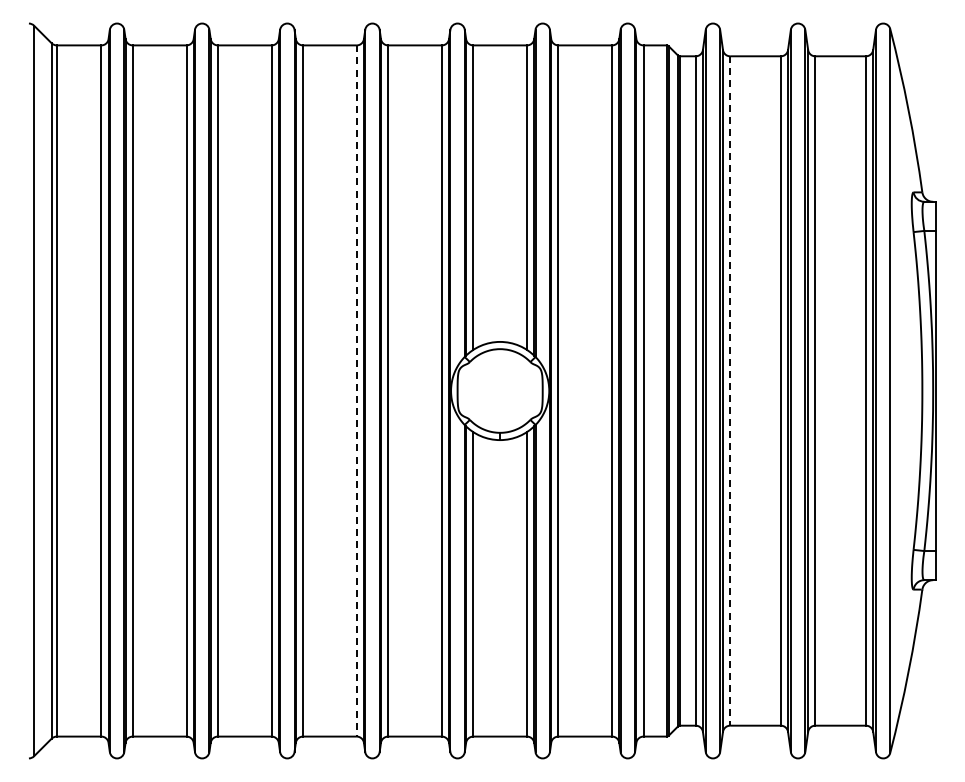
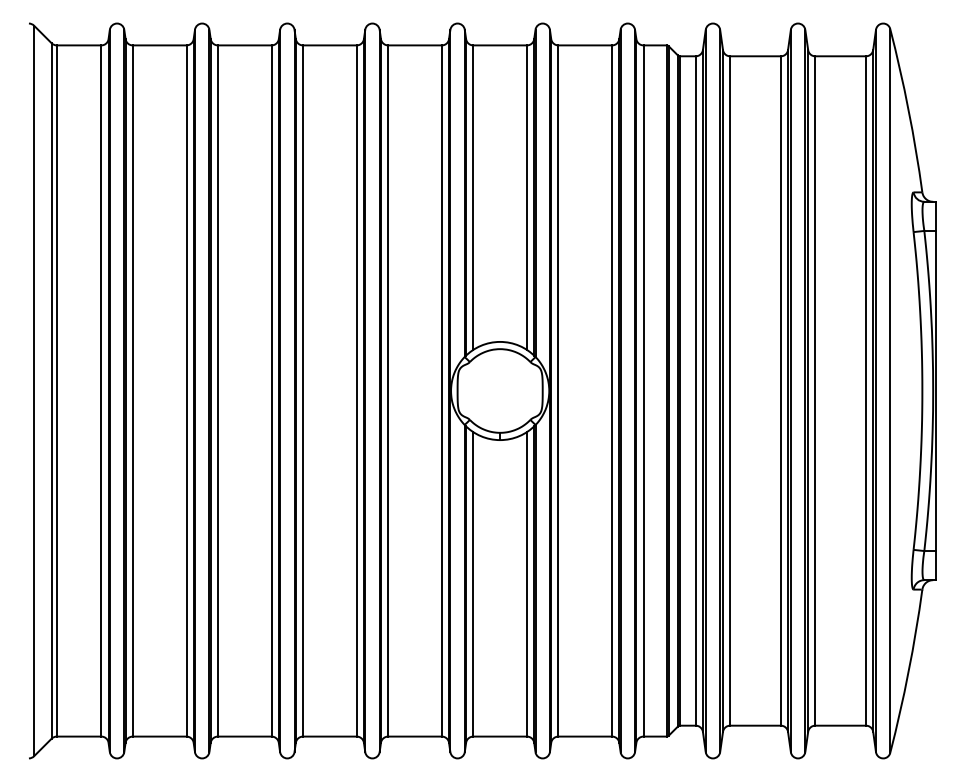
line at (356, 390): dashed -> solid
line at (730, 390): dashed -> solid
